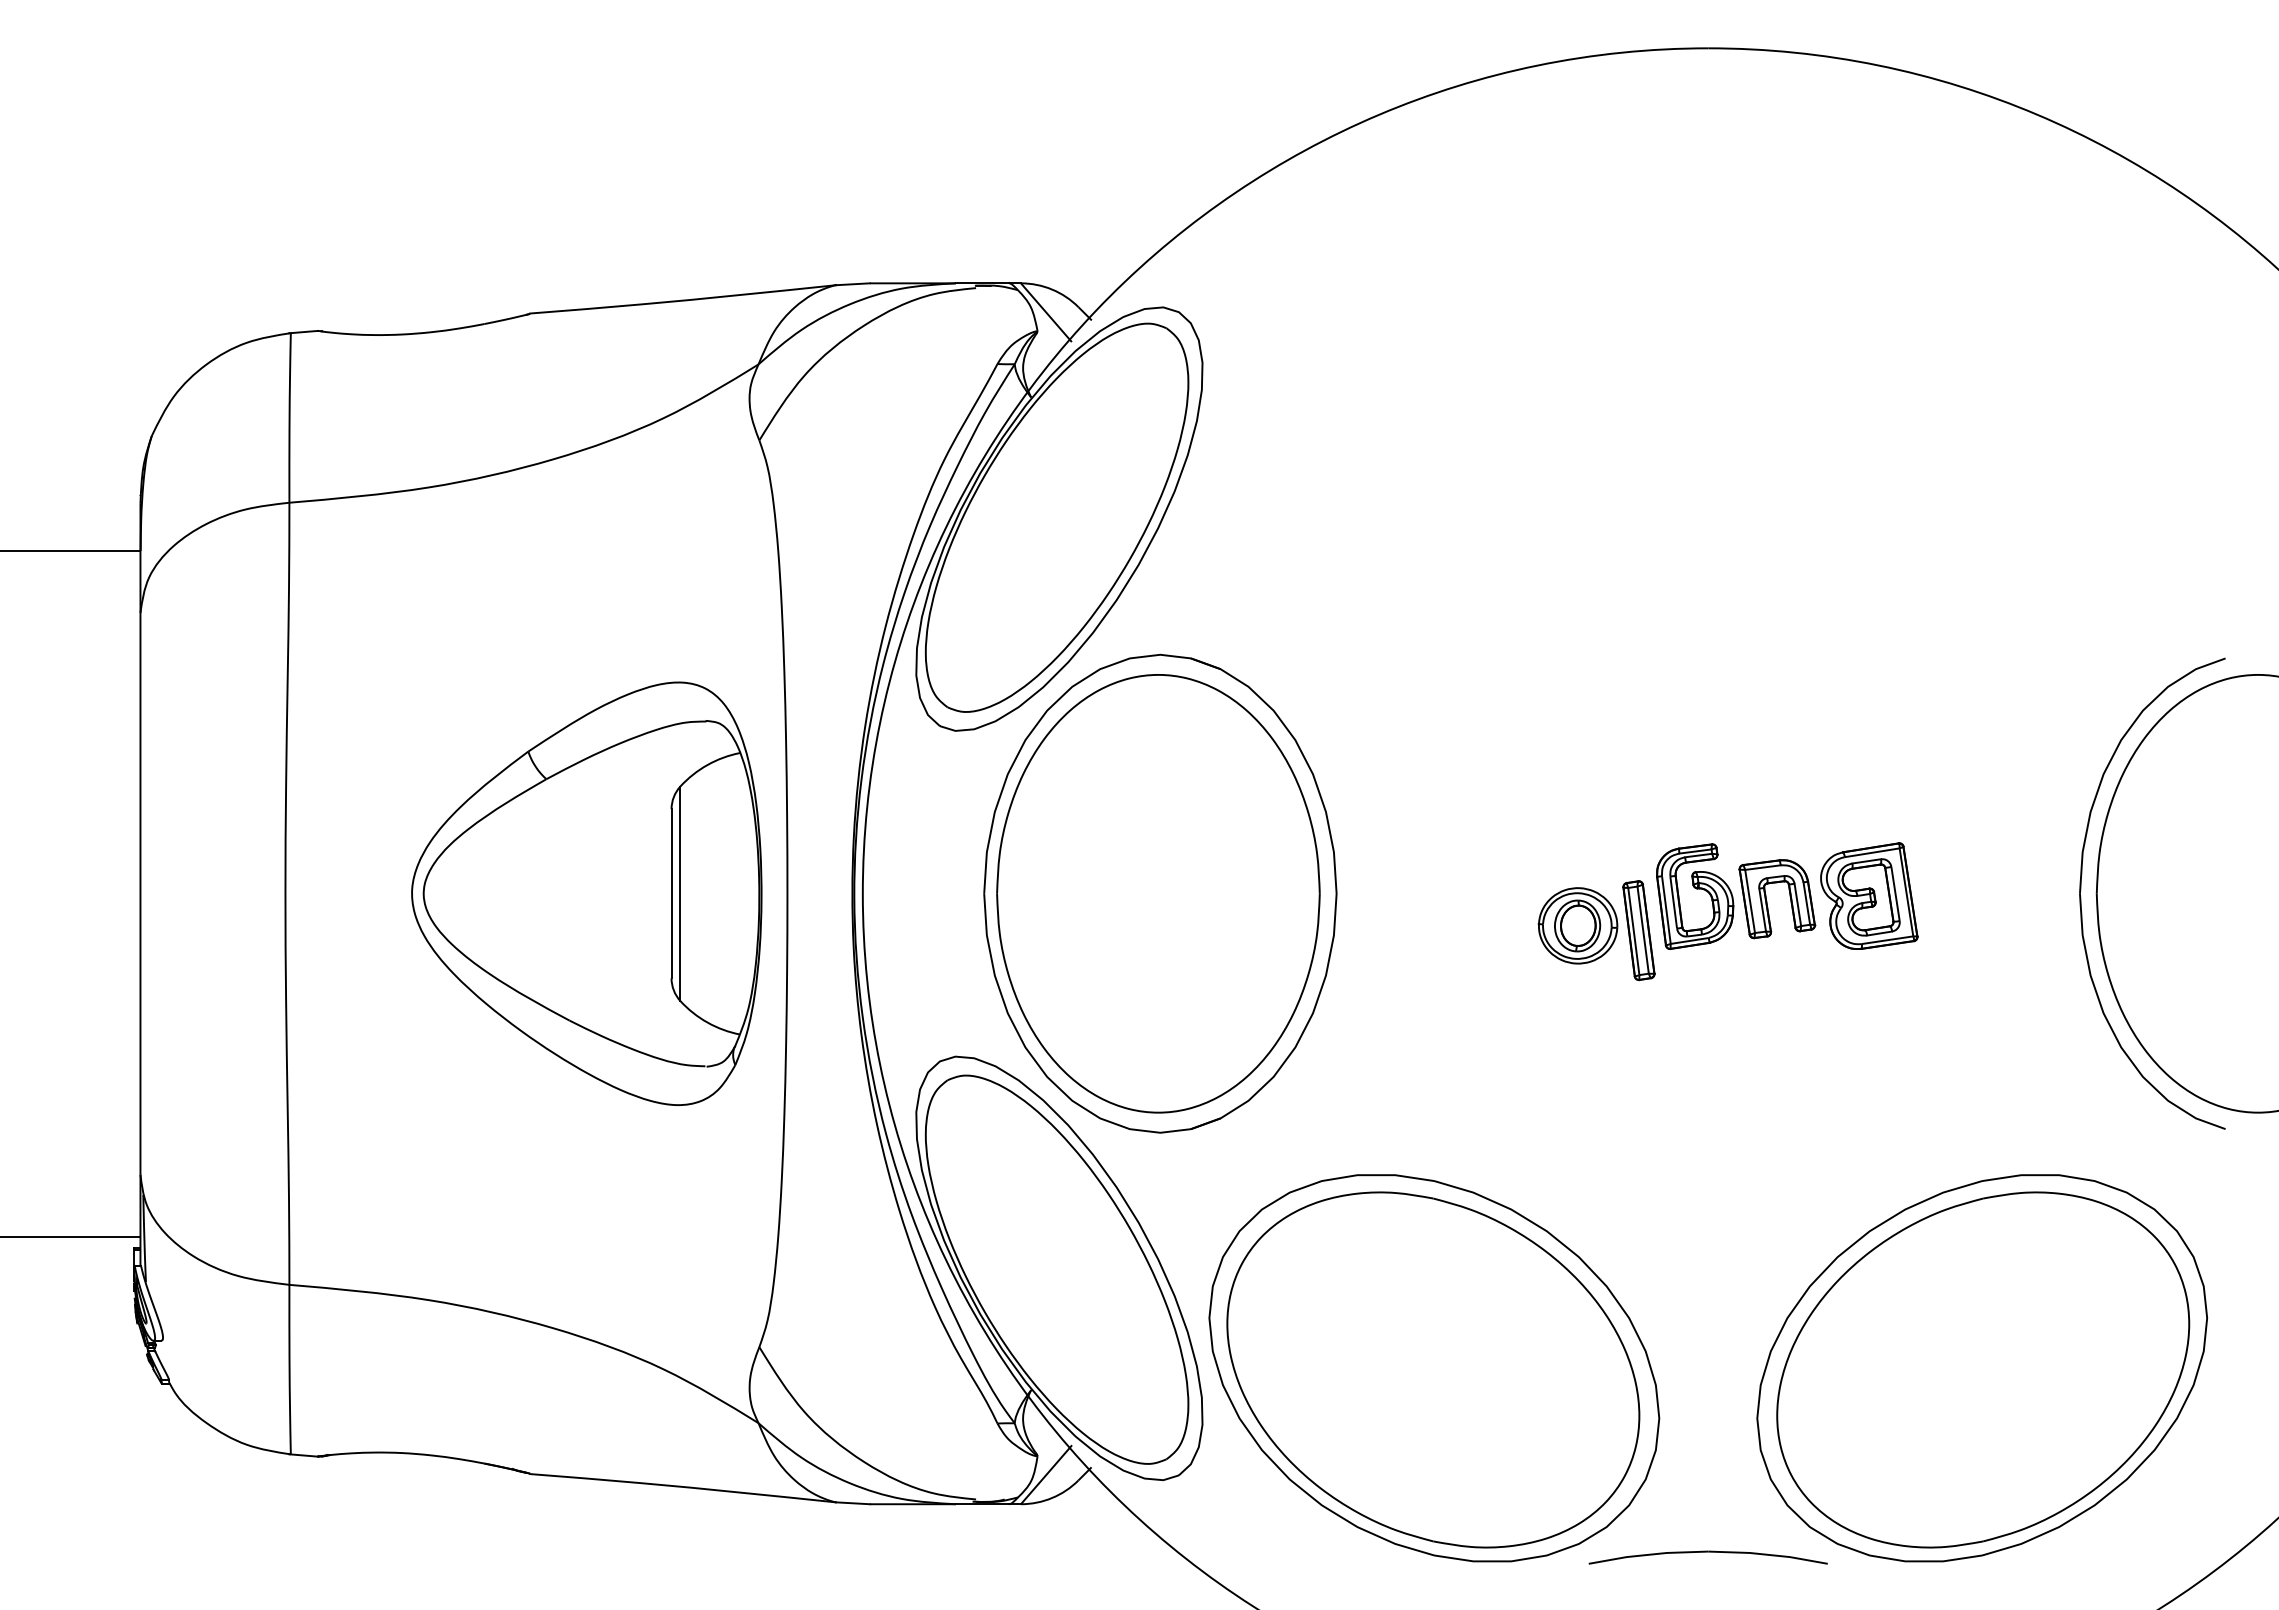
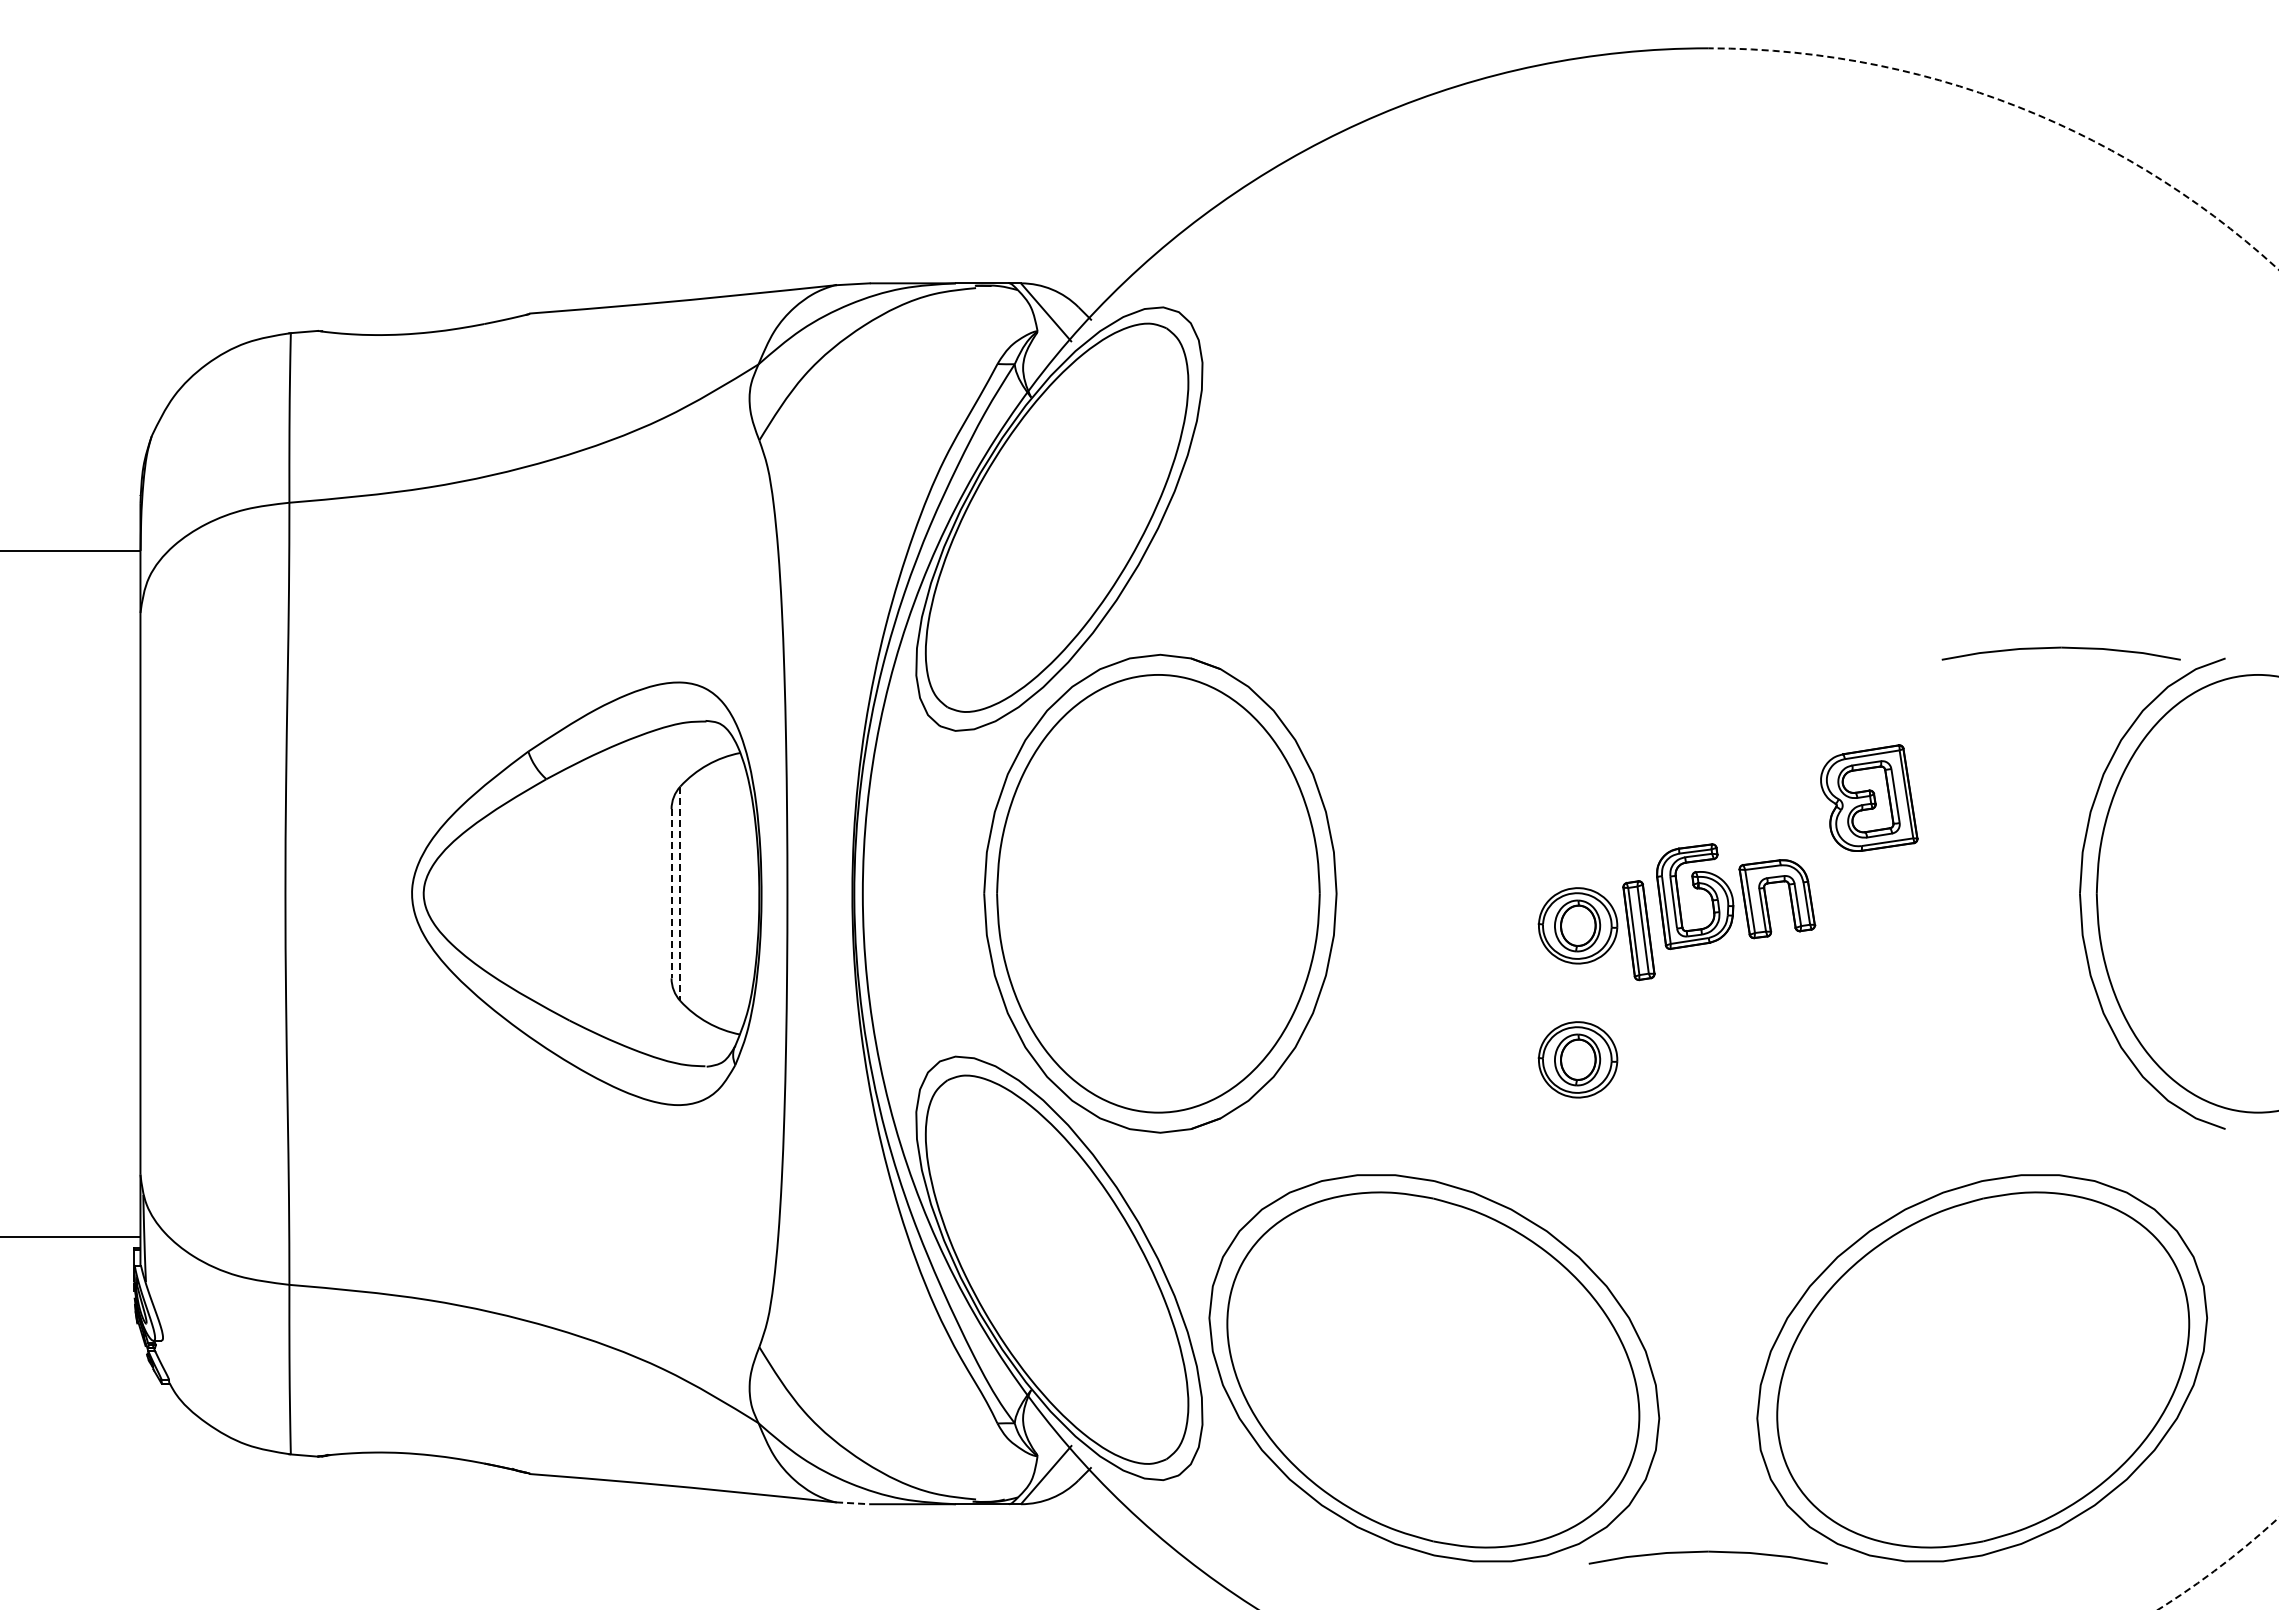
arc at (2087, 137): solid -> dashed
part at (2060, 653): none -> present
line at (671, 893): solid -> dashed
line at (680, 894): solid -> dashed
part at (1869, 895) position: (1869, 895) -> (1869, 797)
part at (1577, 1059): none -> present
line at (852, 1503): solid -> dashed
